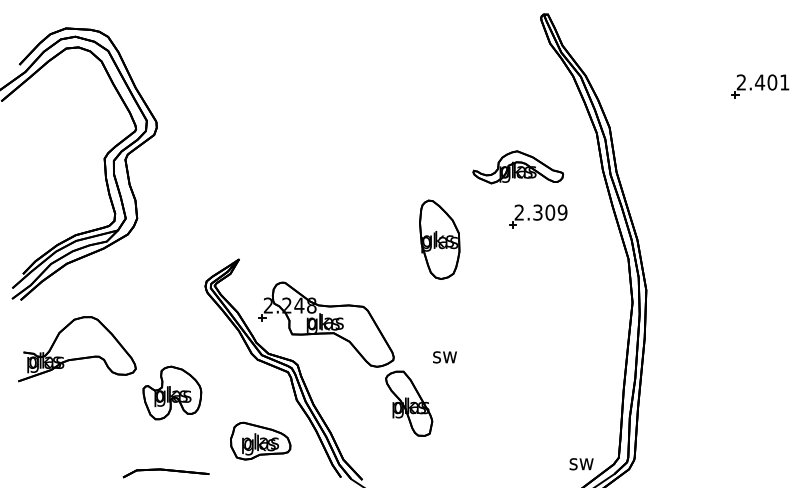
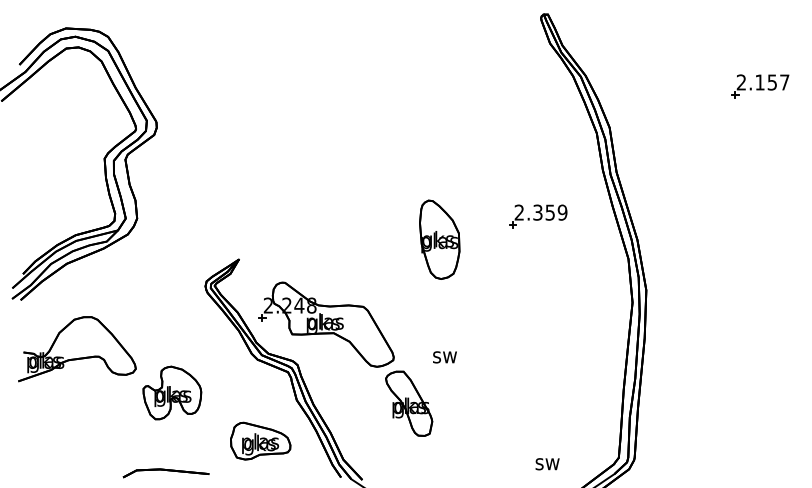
text at (771, 82): 2.401 -> 2.157
part at (518, 167): present -> none
text at (550, 212): 2.309 -> 2.359
text at (581, 464) position: (581, 464) -> (547, 464)
